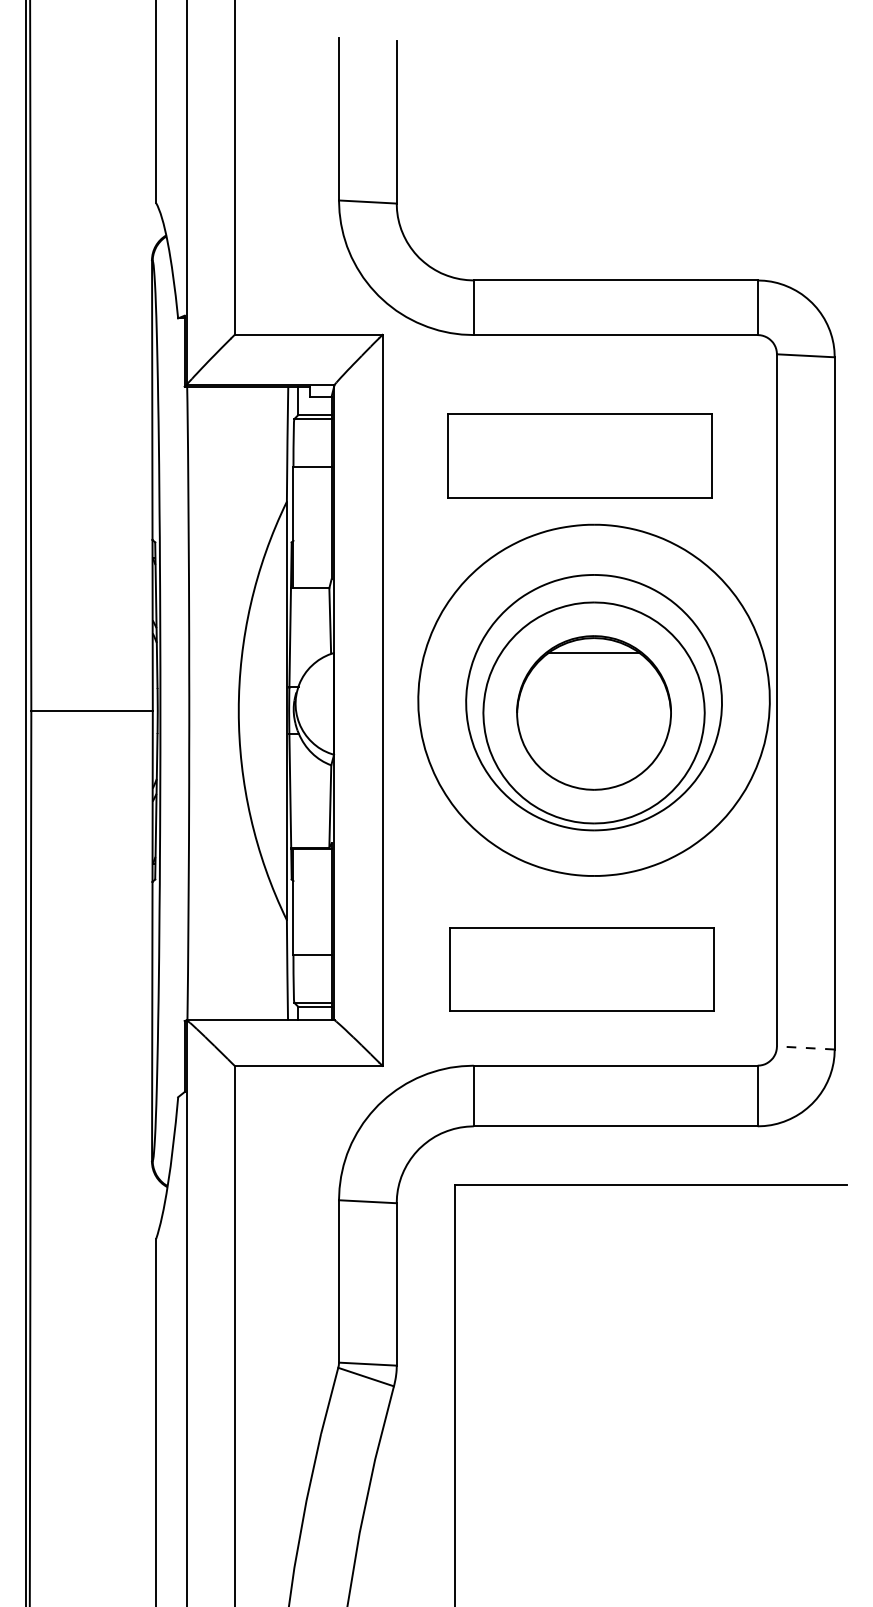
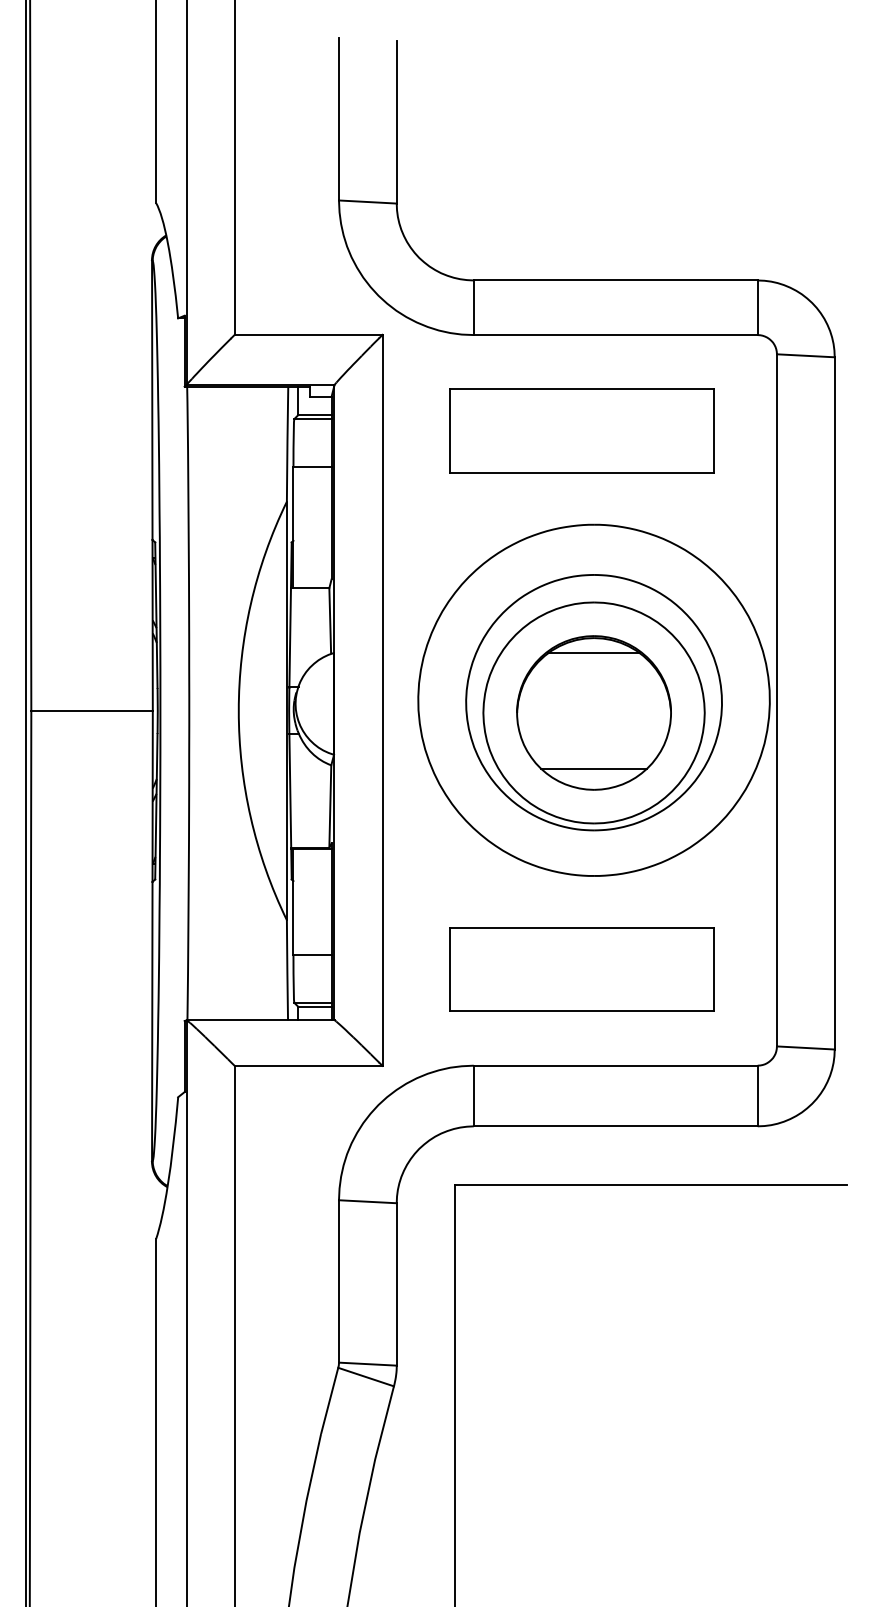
part at (579, 455) position: (579, 455) -> (581, 430)
line at (594, 768): none -> present
line at (805, 1047): dashed -> solid
